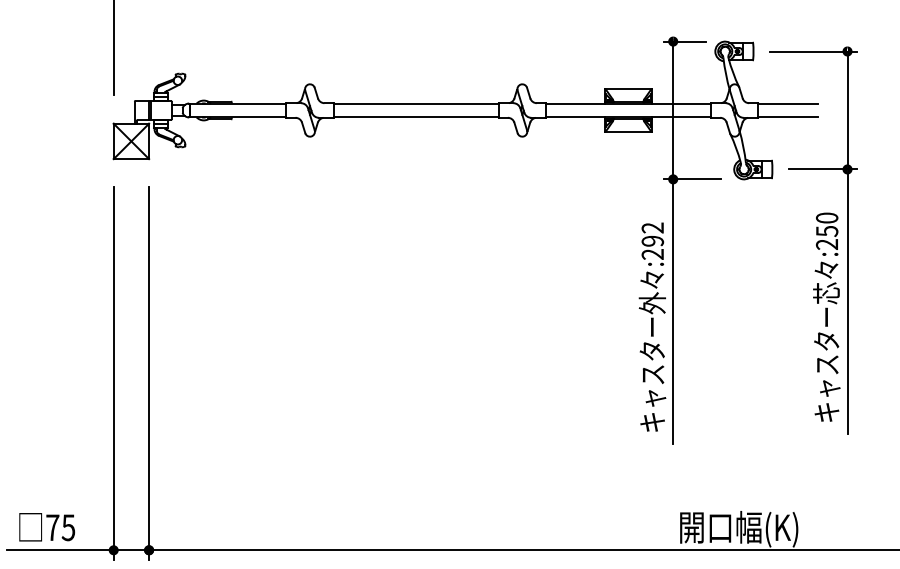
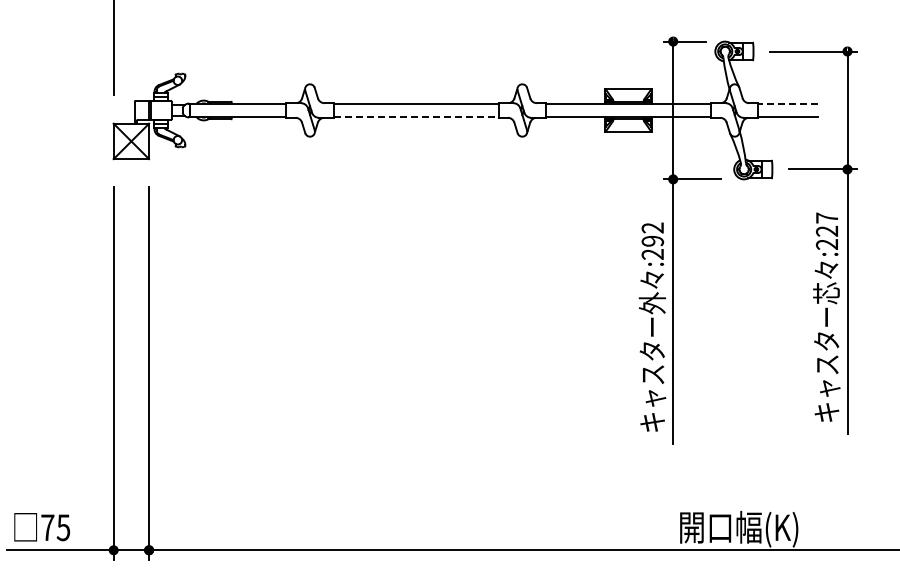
line at (788, 103): solid -> dashed
line at (416, 117): solid -> dashed
text at (826, 224): :250 -> :227
text at (46, 527) position: (46, 527) -> (41, 527)
